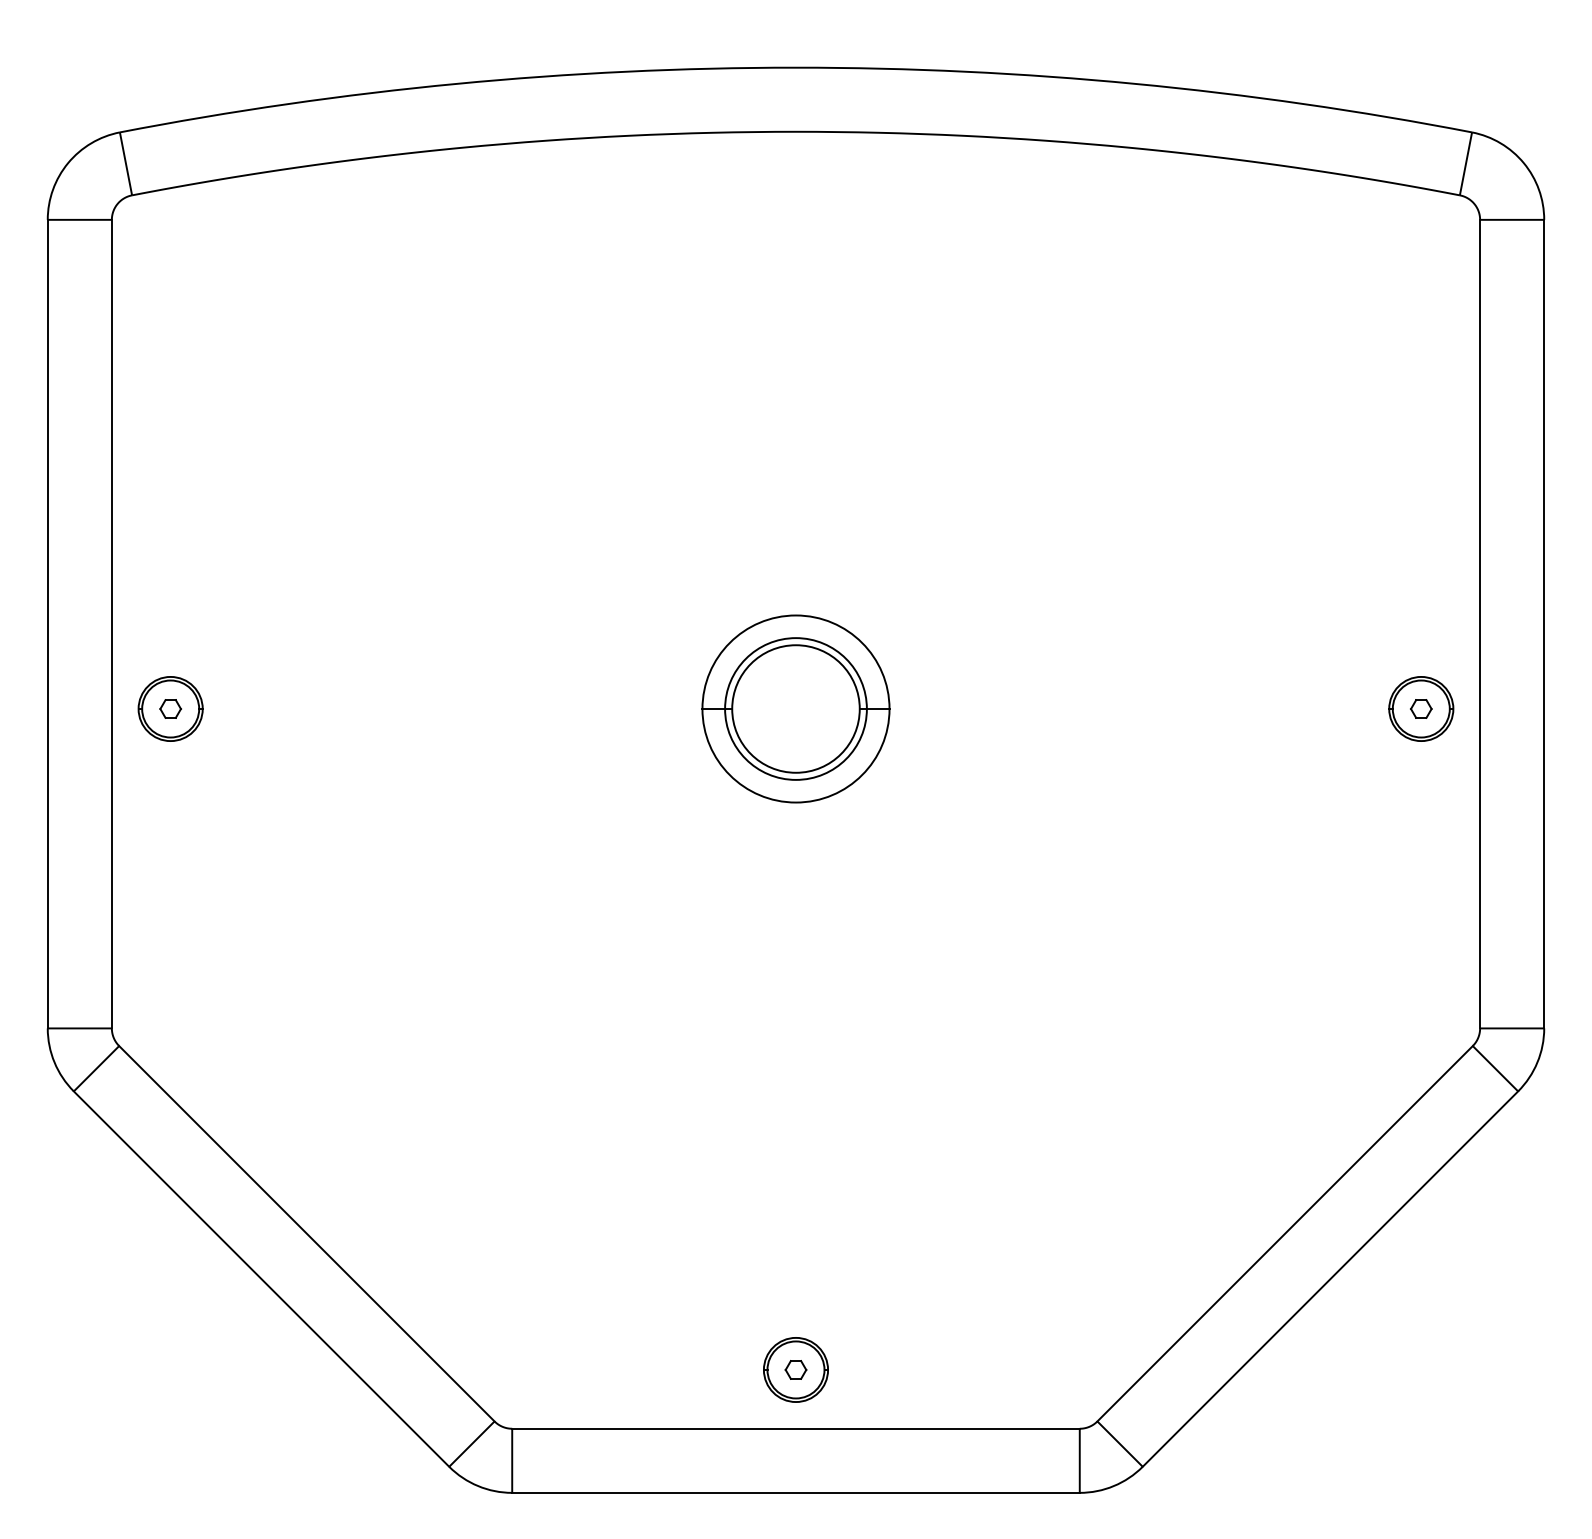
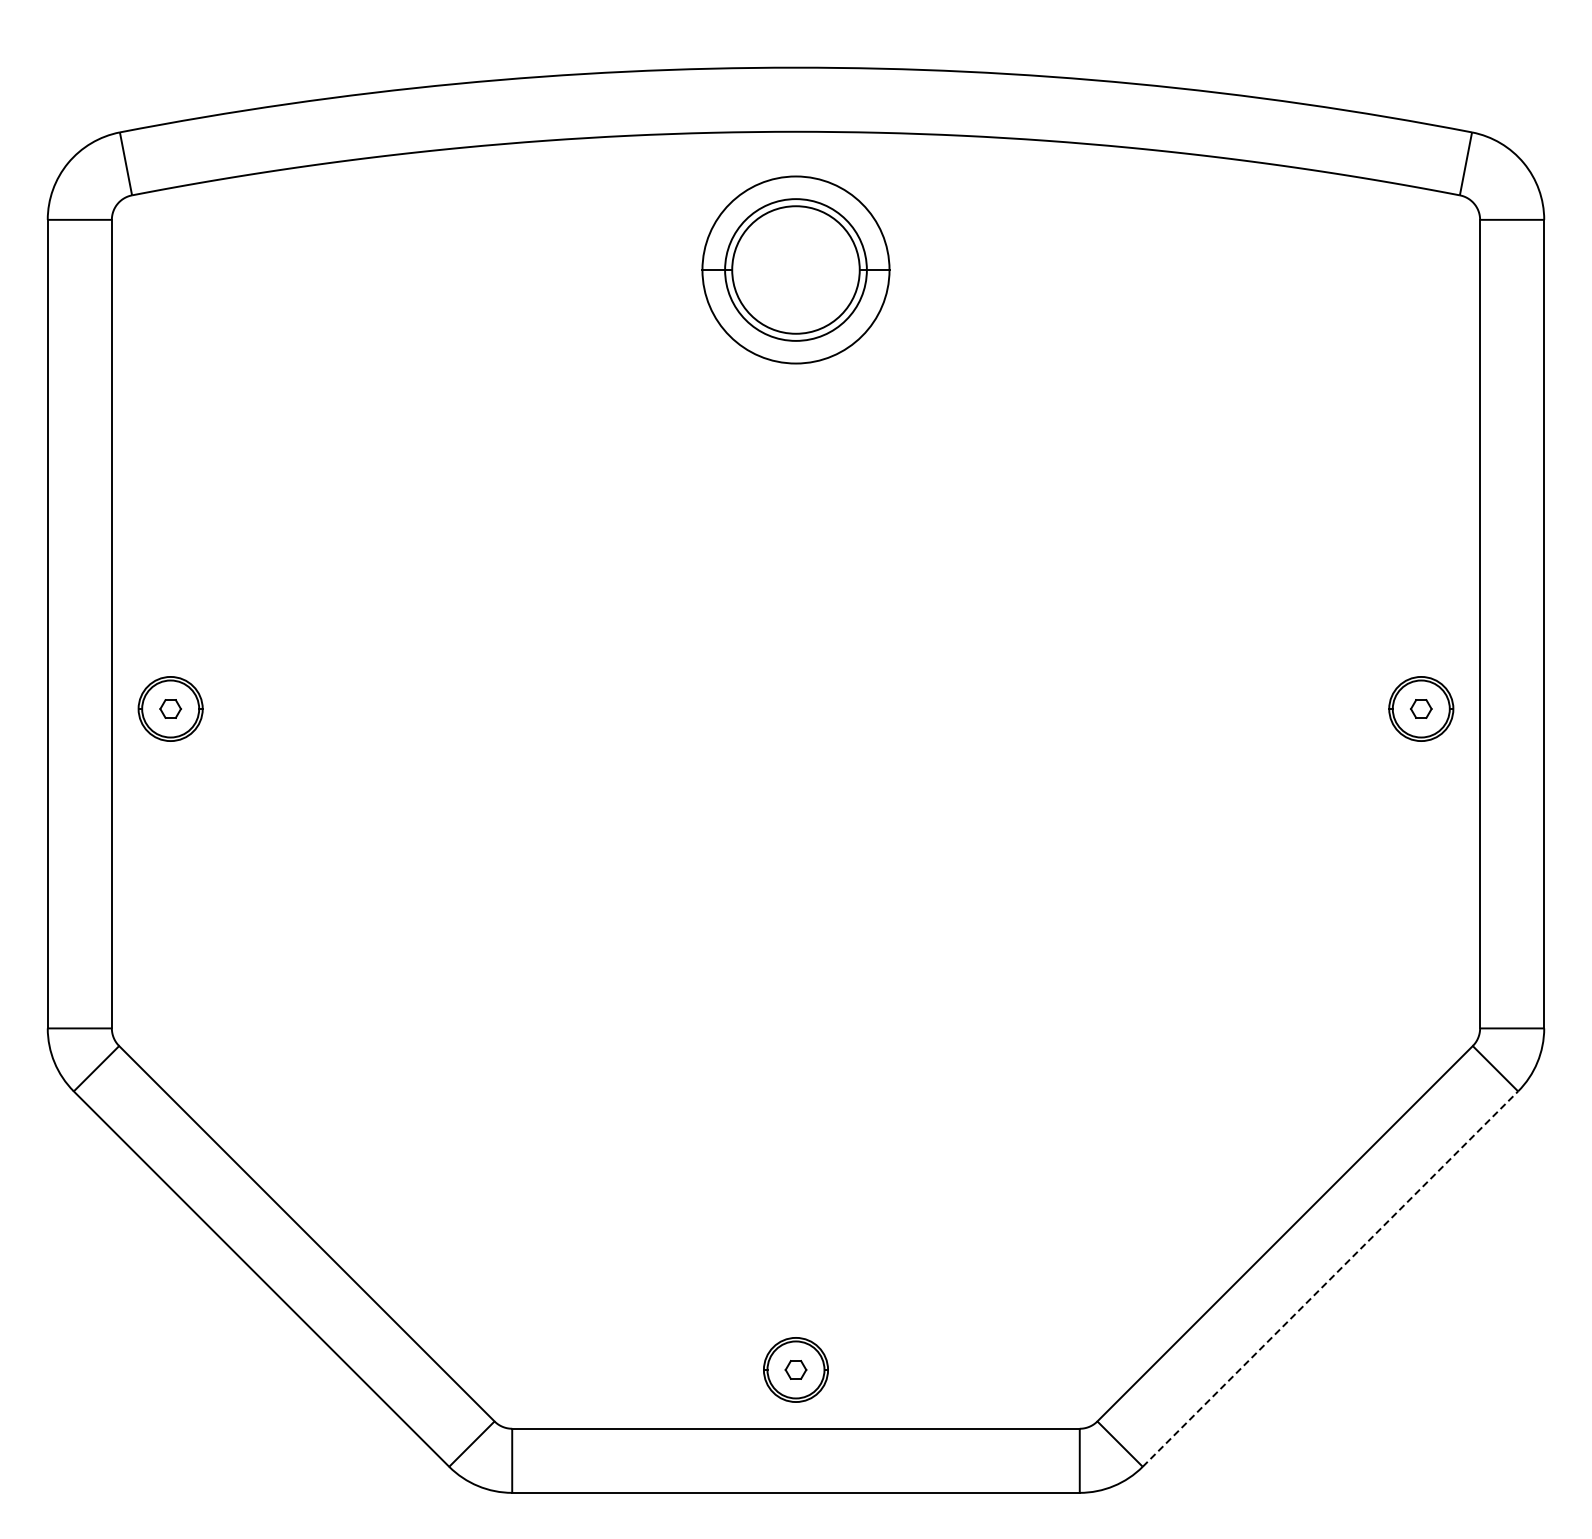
part at (795, 708) position: (795, 708) -> (795, 269)
line at (1330, 1278): solid -> dashed
